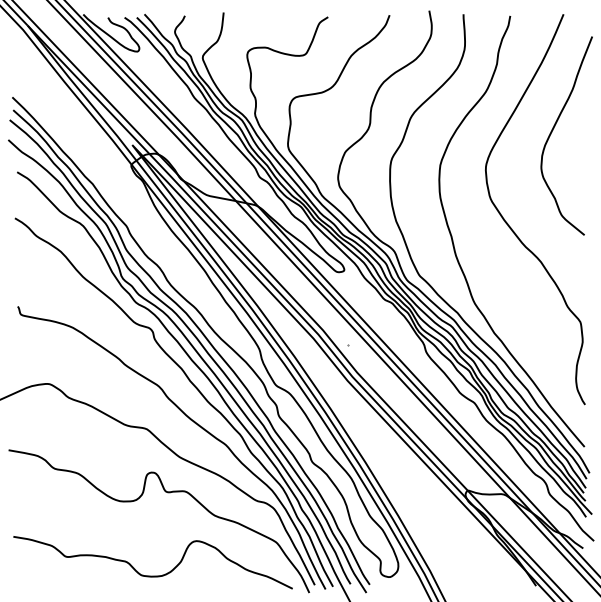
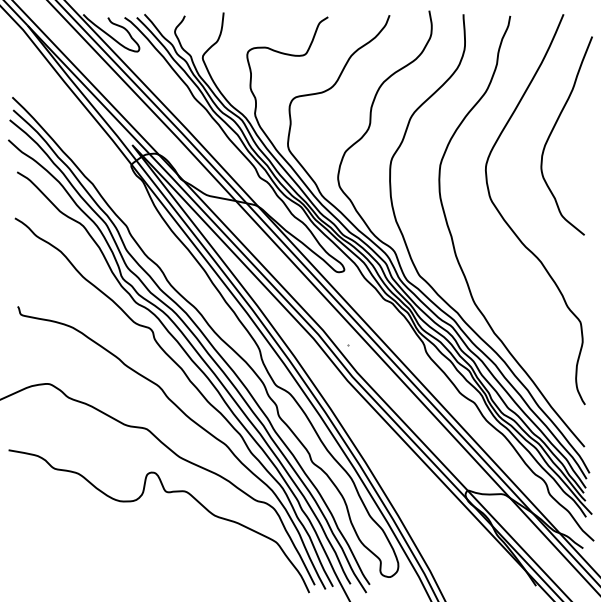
curve at (152, 575): present -> none
